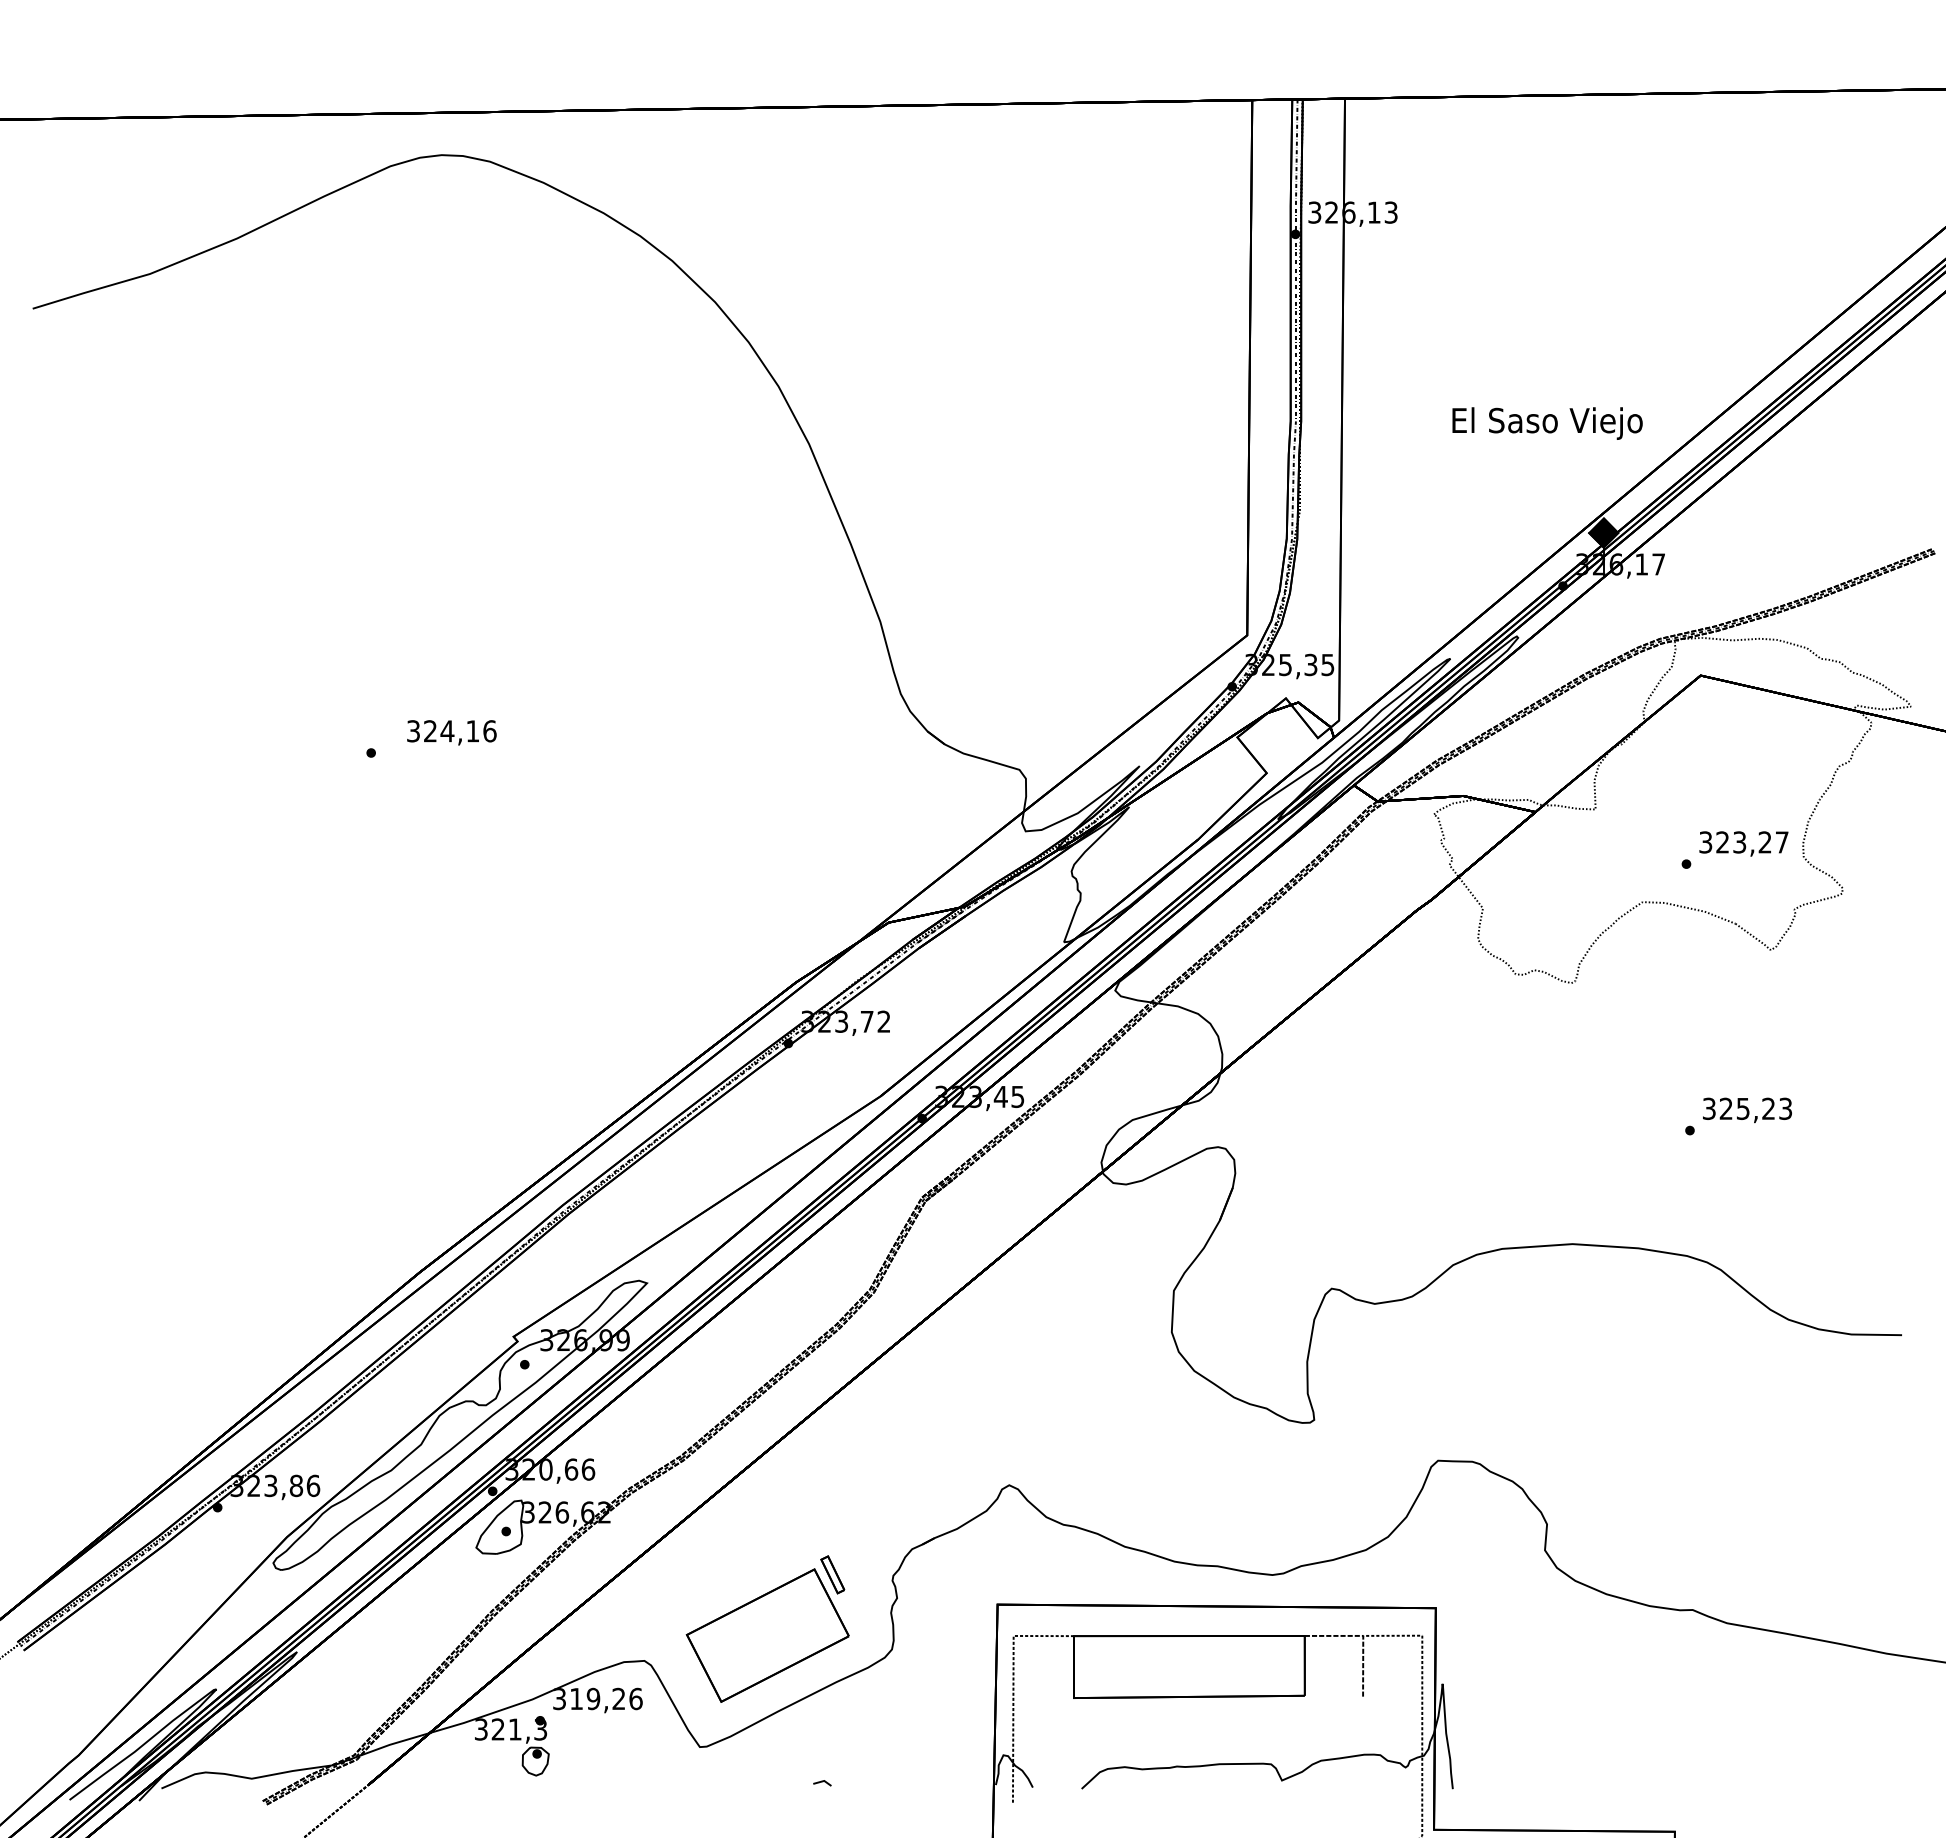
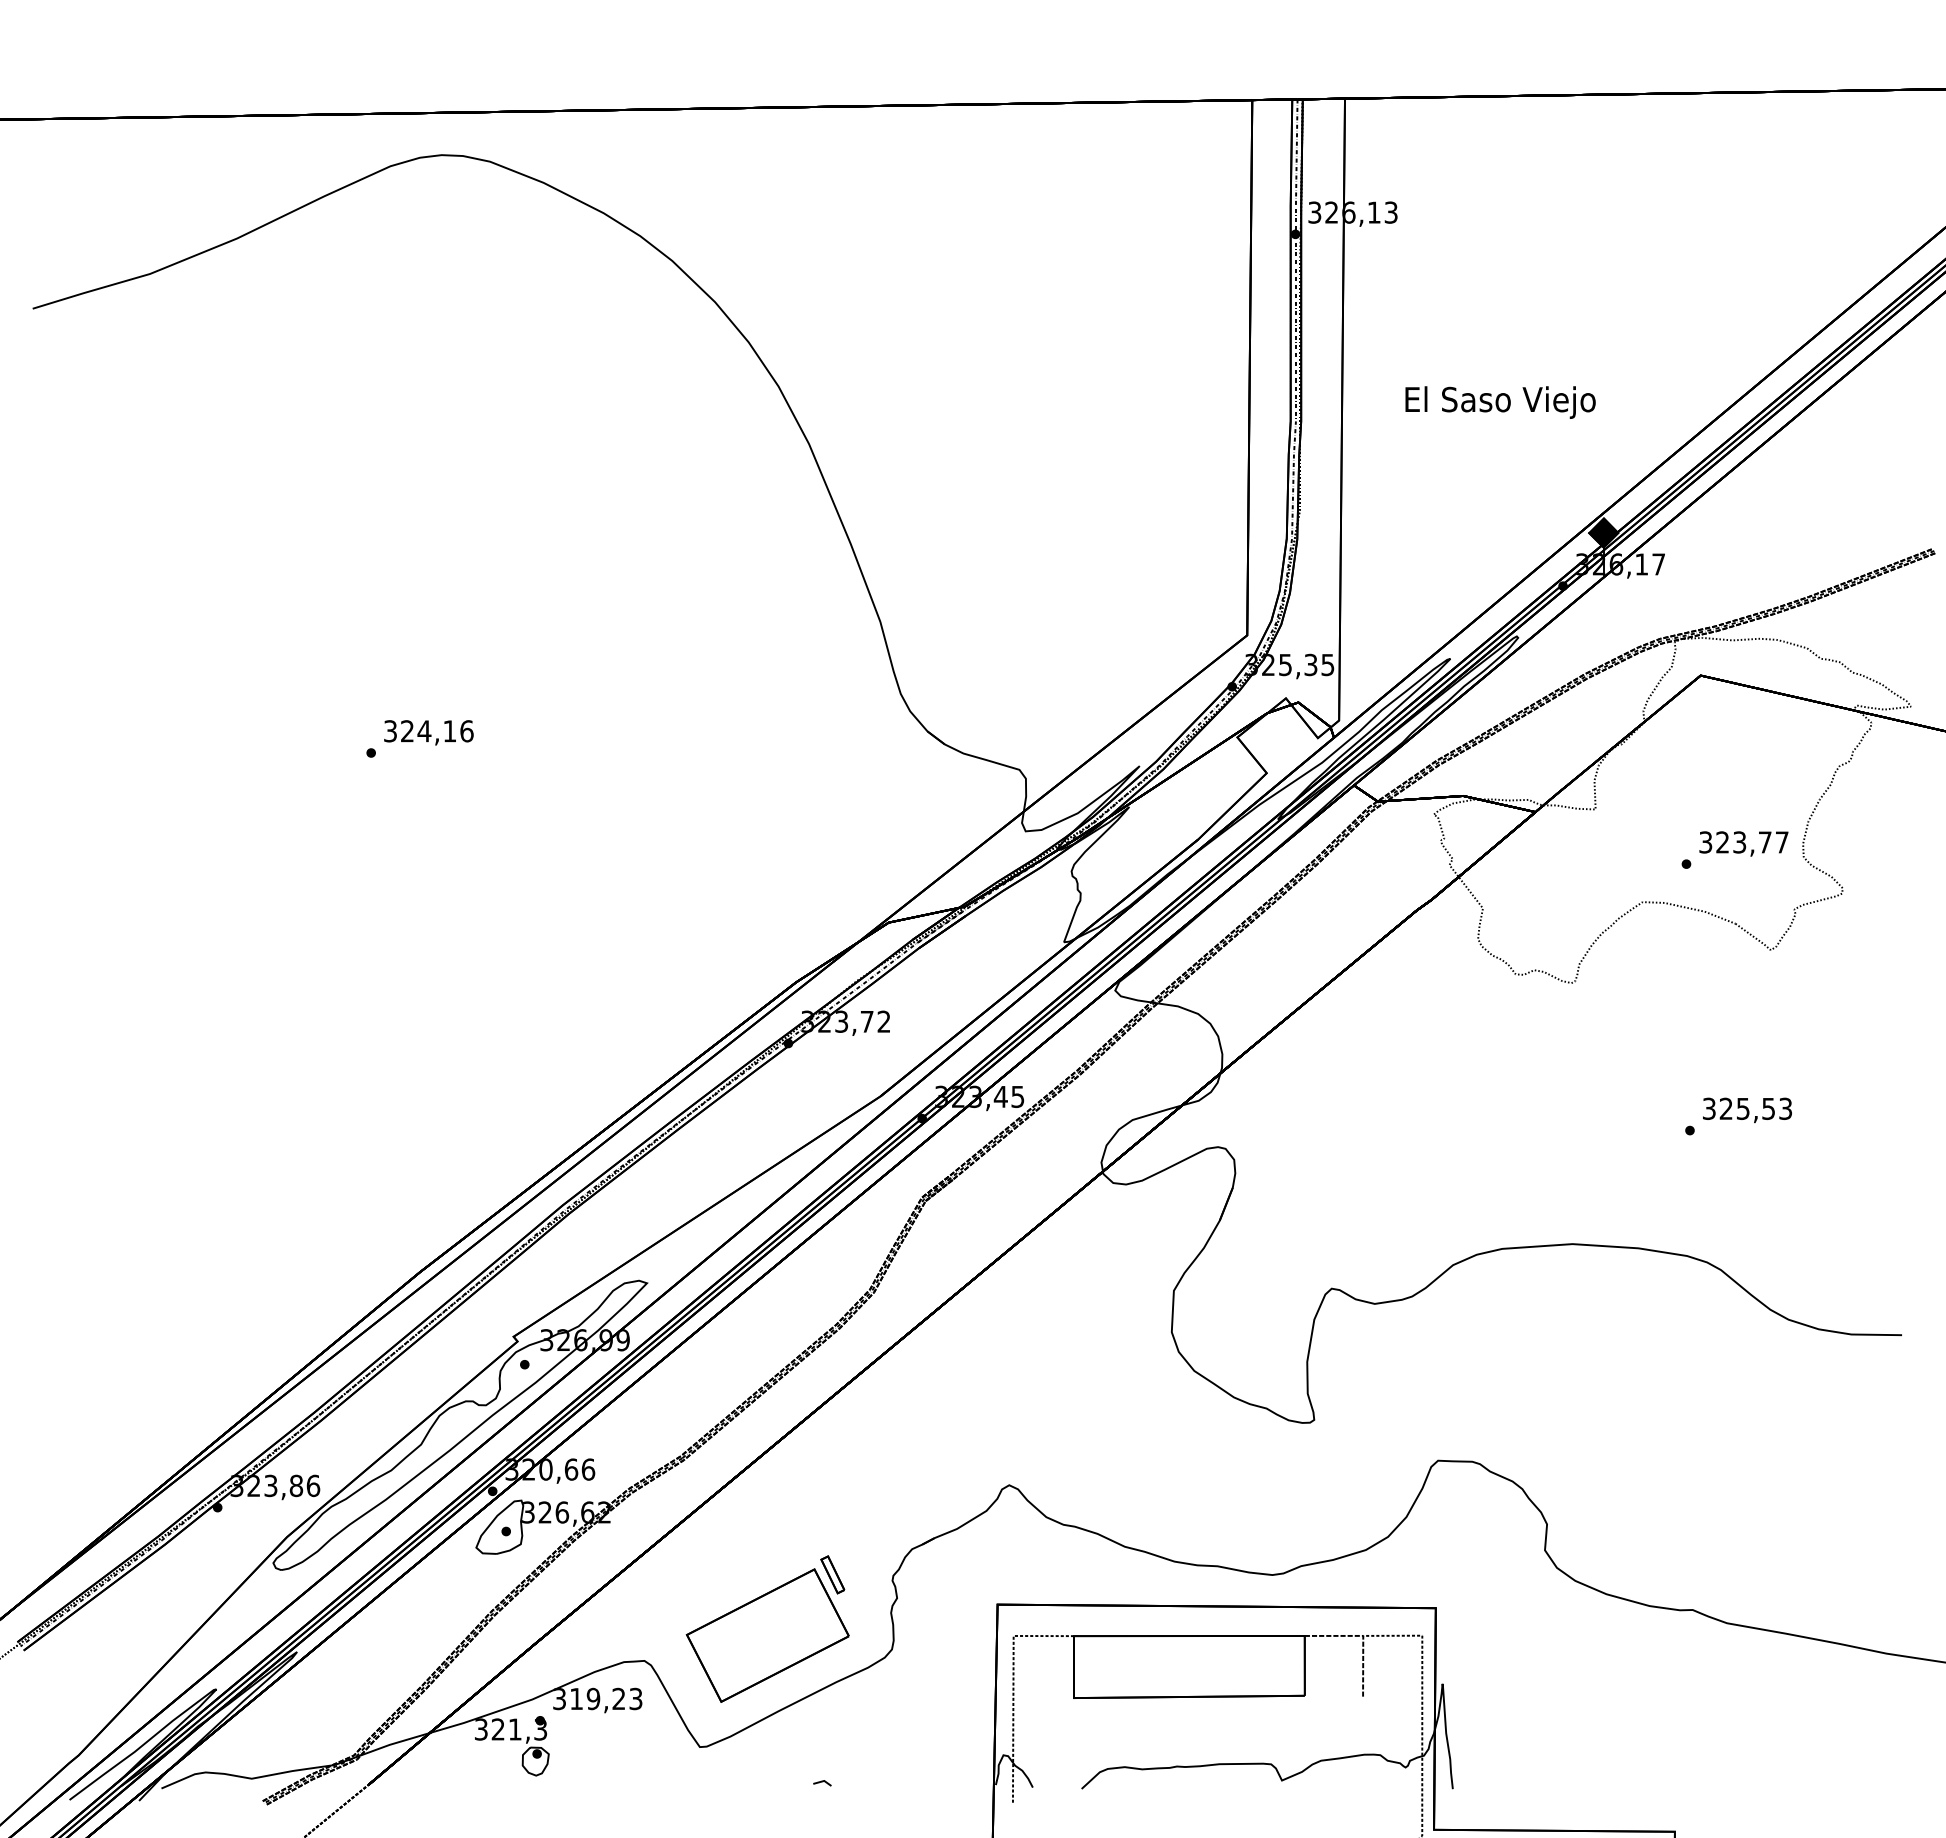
text at (1547, 423) position: (1547, 423) -> (1500, 402)
text at (451, 732) position: (451, 732) -> (428, 732)
text at (1764, 842): 323,27 -> 323,77
text at (1768, 1108): 325,23 -> 325,53
text at (635, 1698): 319,26 -> 319,23
